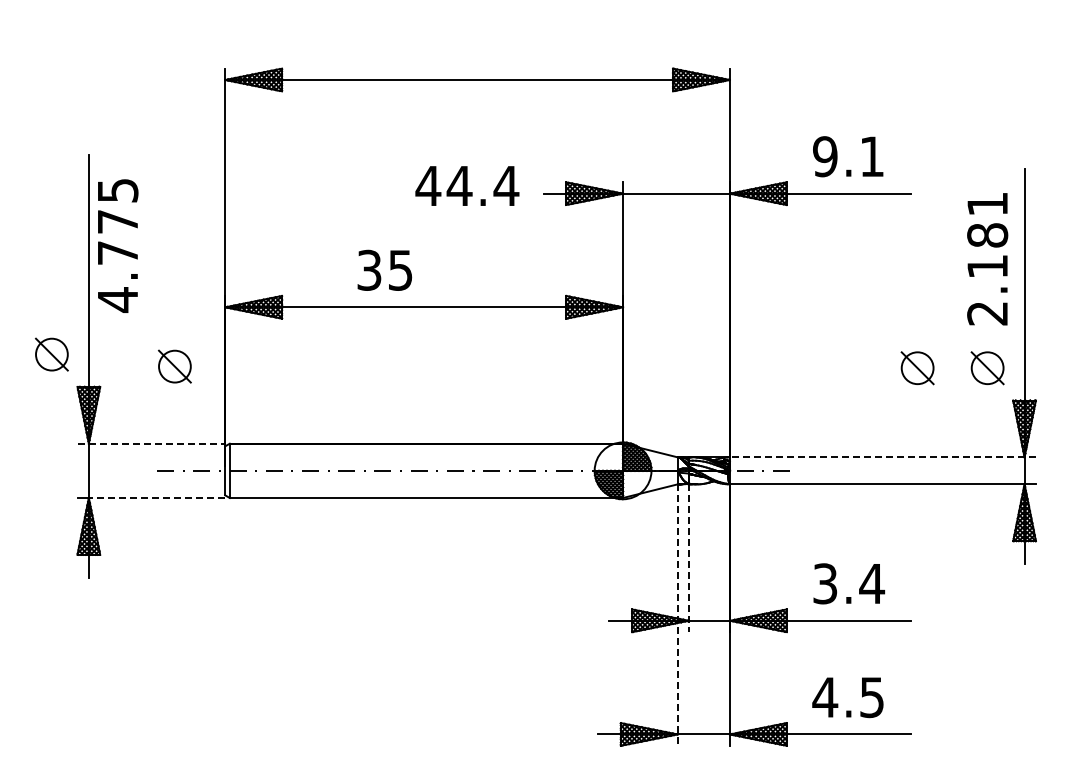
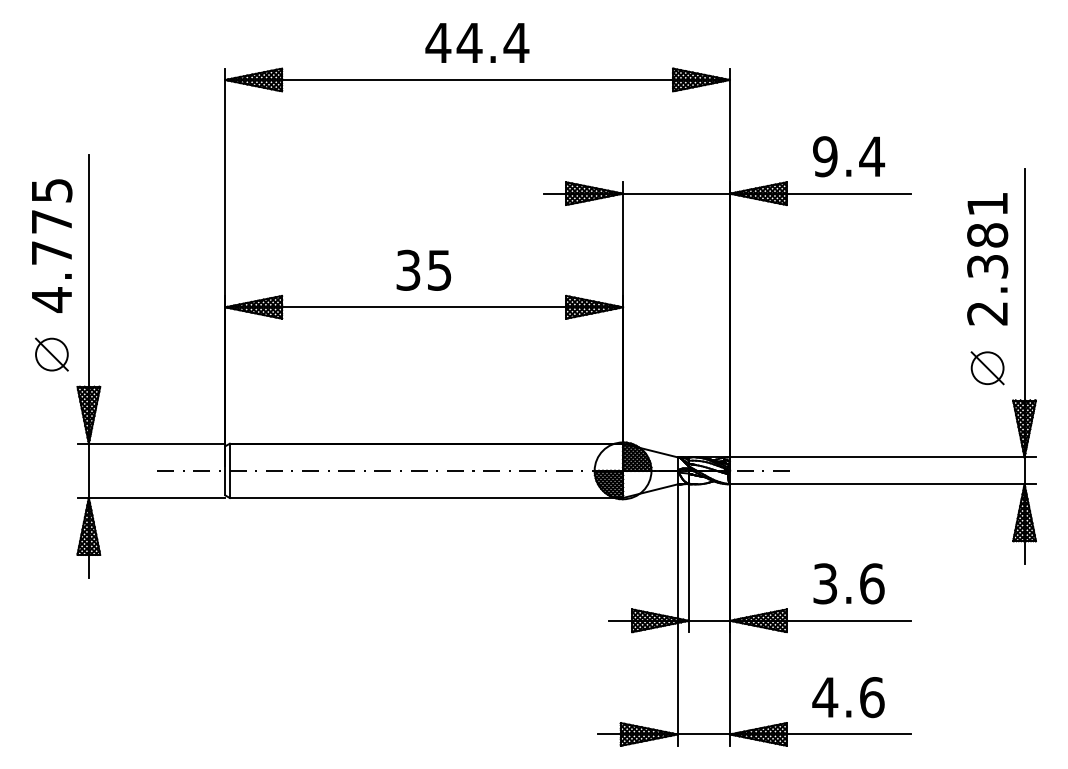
text at (872, 156): 9.1 -> 9.4
text at (467, 185) position: (467, 185) -> (477, 42)
text at (118, 245) position: (118, 245) -> (52, 245)
text at (987, 266): 2.181 -> 2.381
text at (384, 269) position: (384, 269) -> (423, 269)
part at (174, 366): present -> none
part at (917, 368): present -> none
line at (151, 443): dashed -> solid
line at (882, 457): dashed -> solid
line at (156, 498): dashed -> solid
line at (689, 558): dashed -> solid
text at (872, 583): 3.4 -> 3.6
line at (677, 615): dashed -> solid
text at (872, 697): 4.5 -> 4.6
